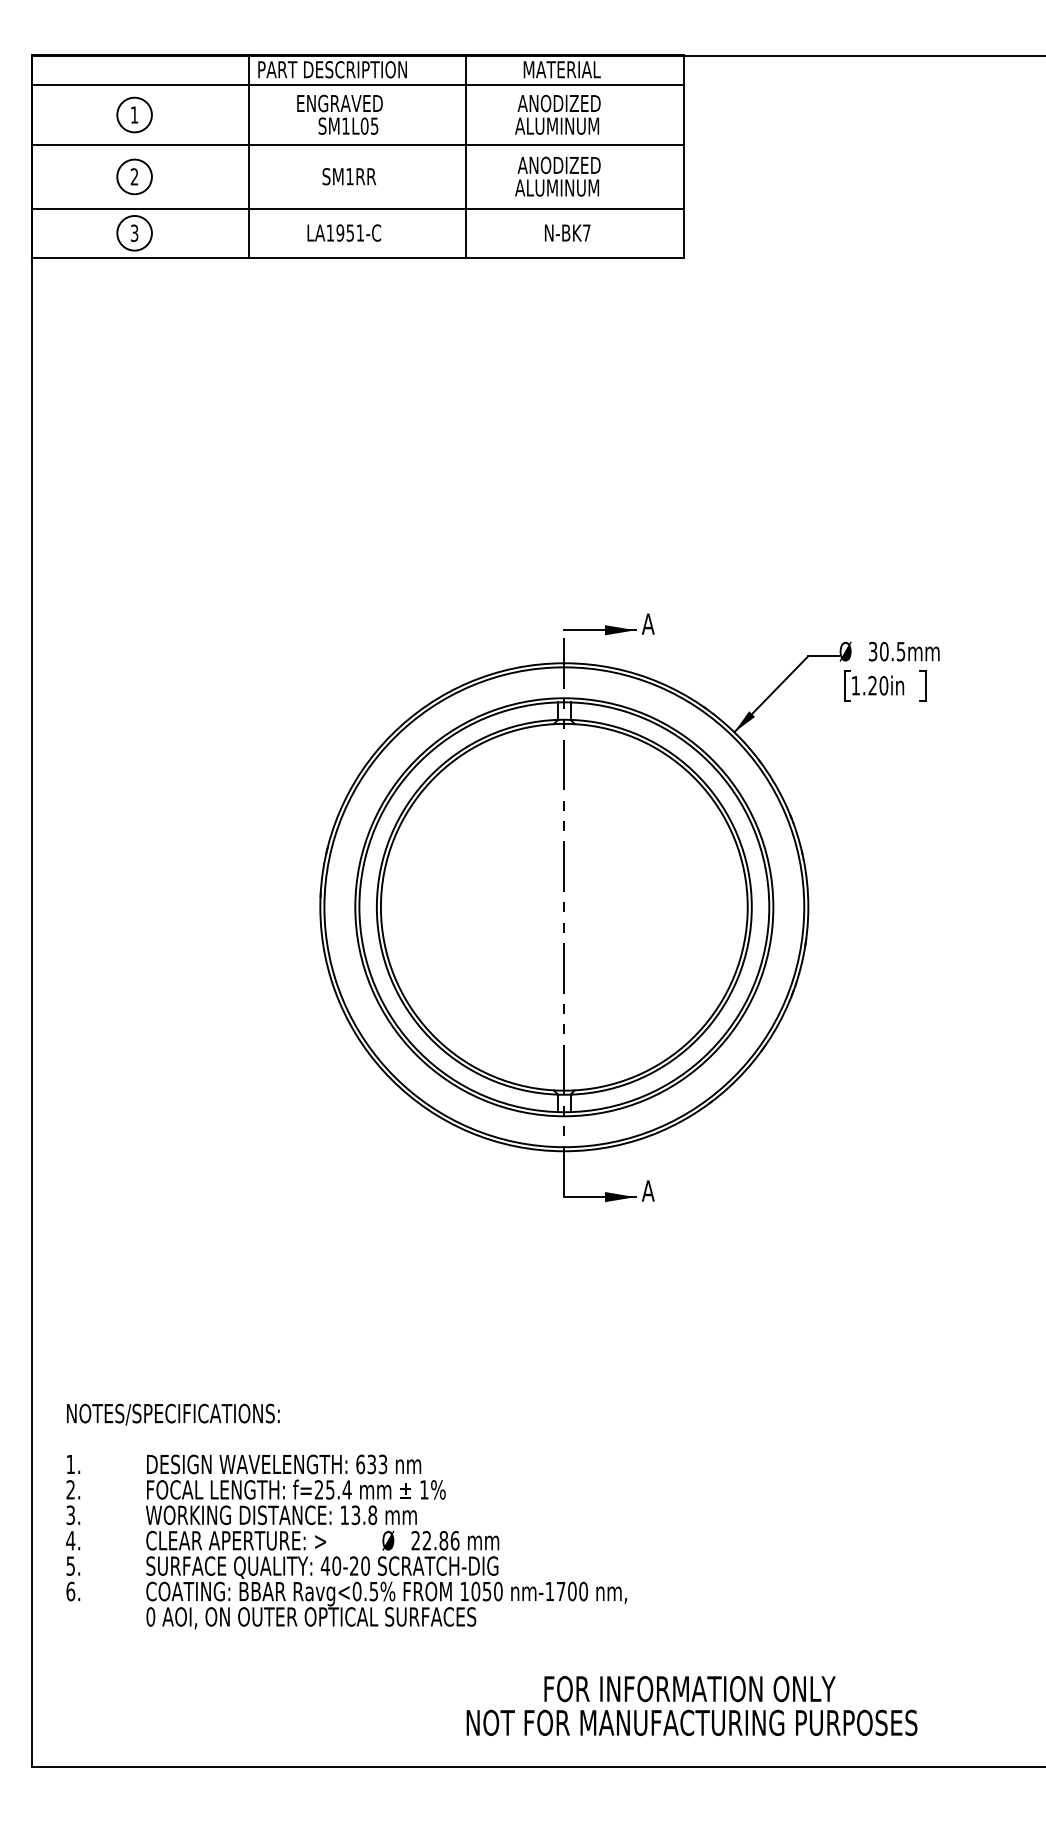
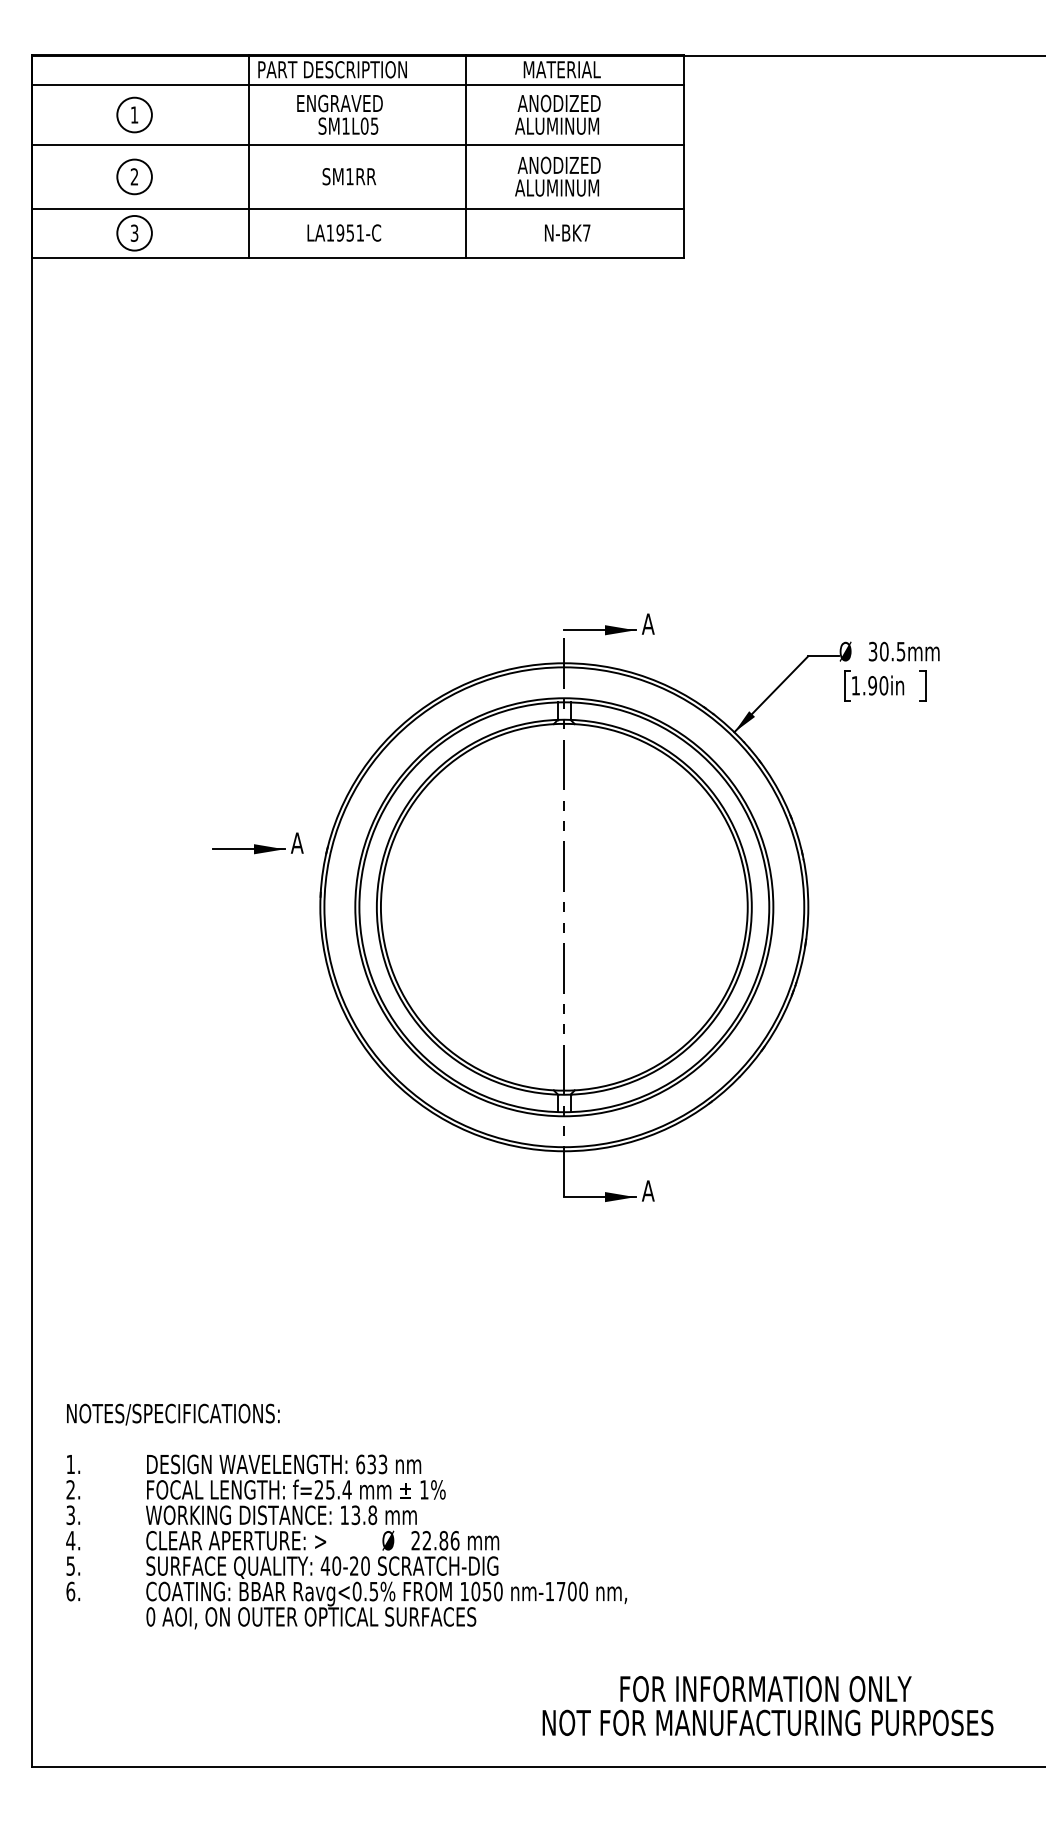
text at (872, 685): 1.20in -> 1.90in
part at (257, 843): none -> present
text at (691, 1705) position: (691, 1705) -> (767, 1705)
